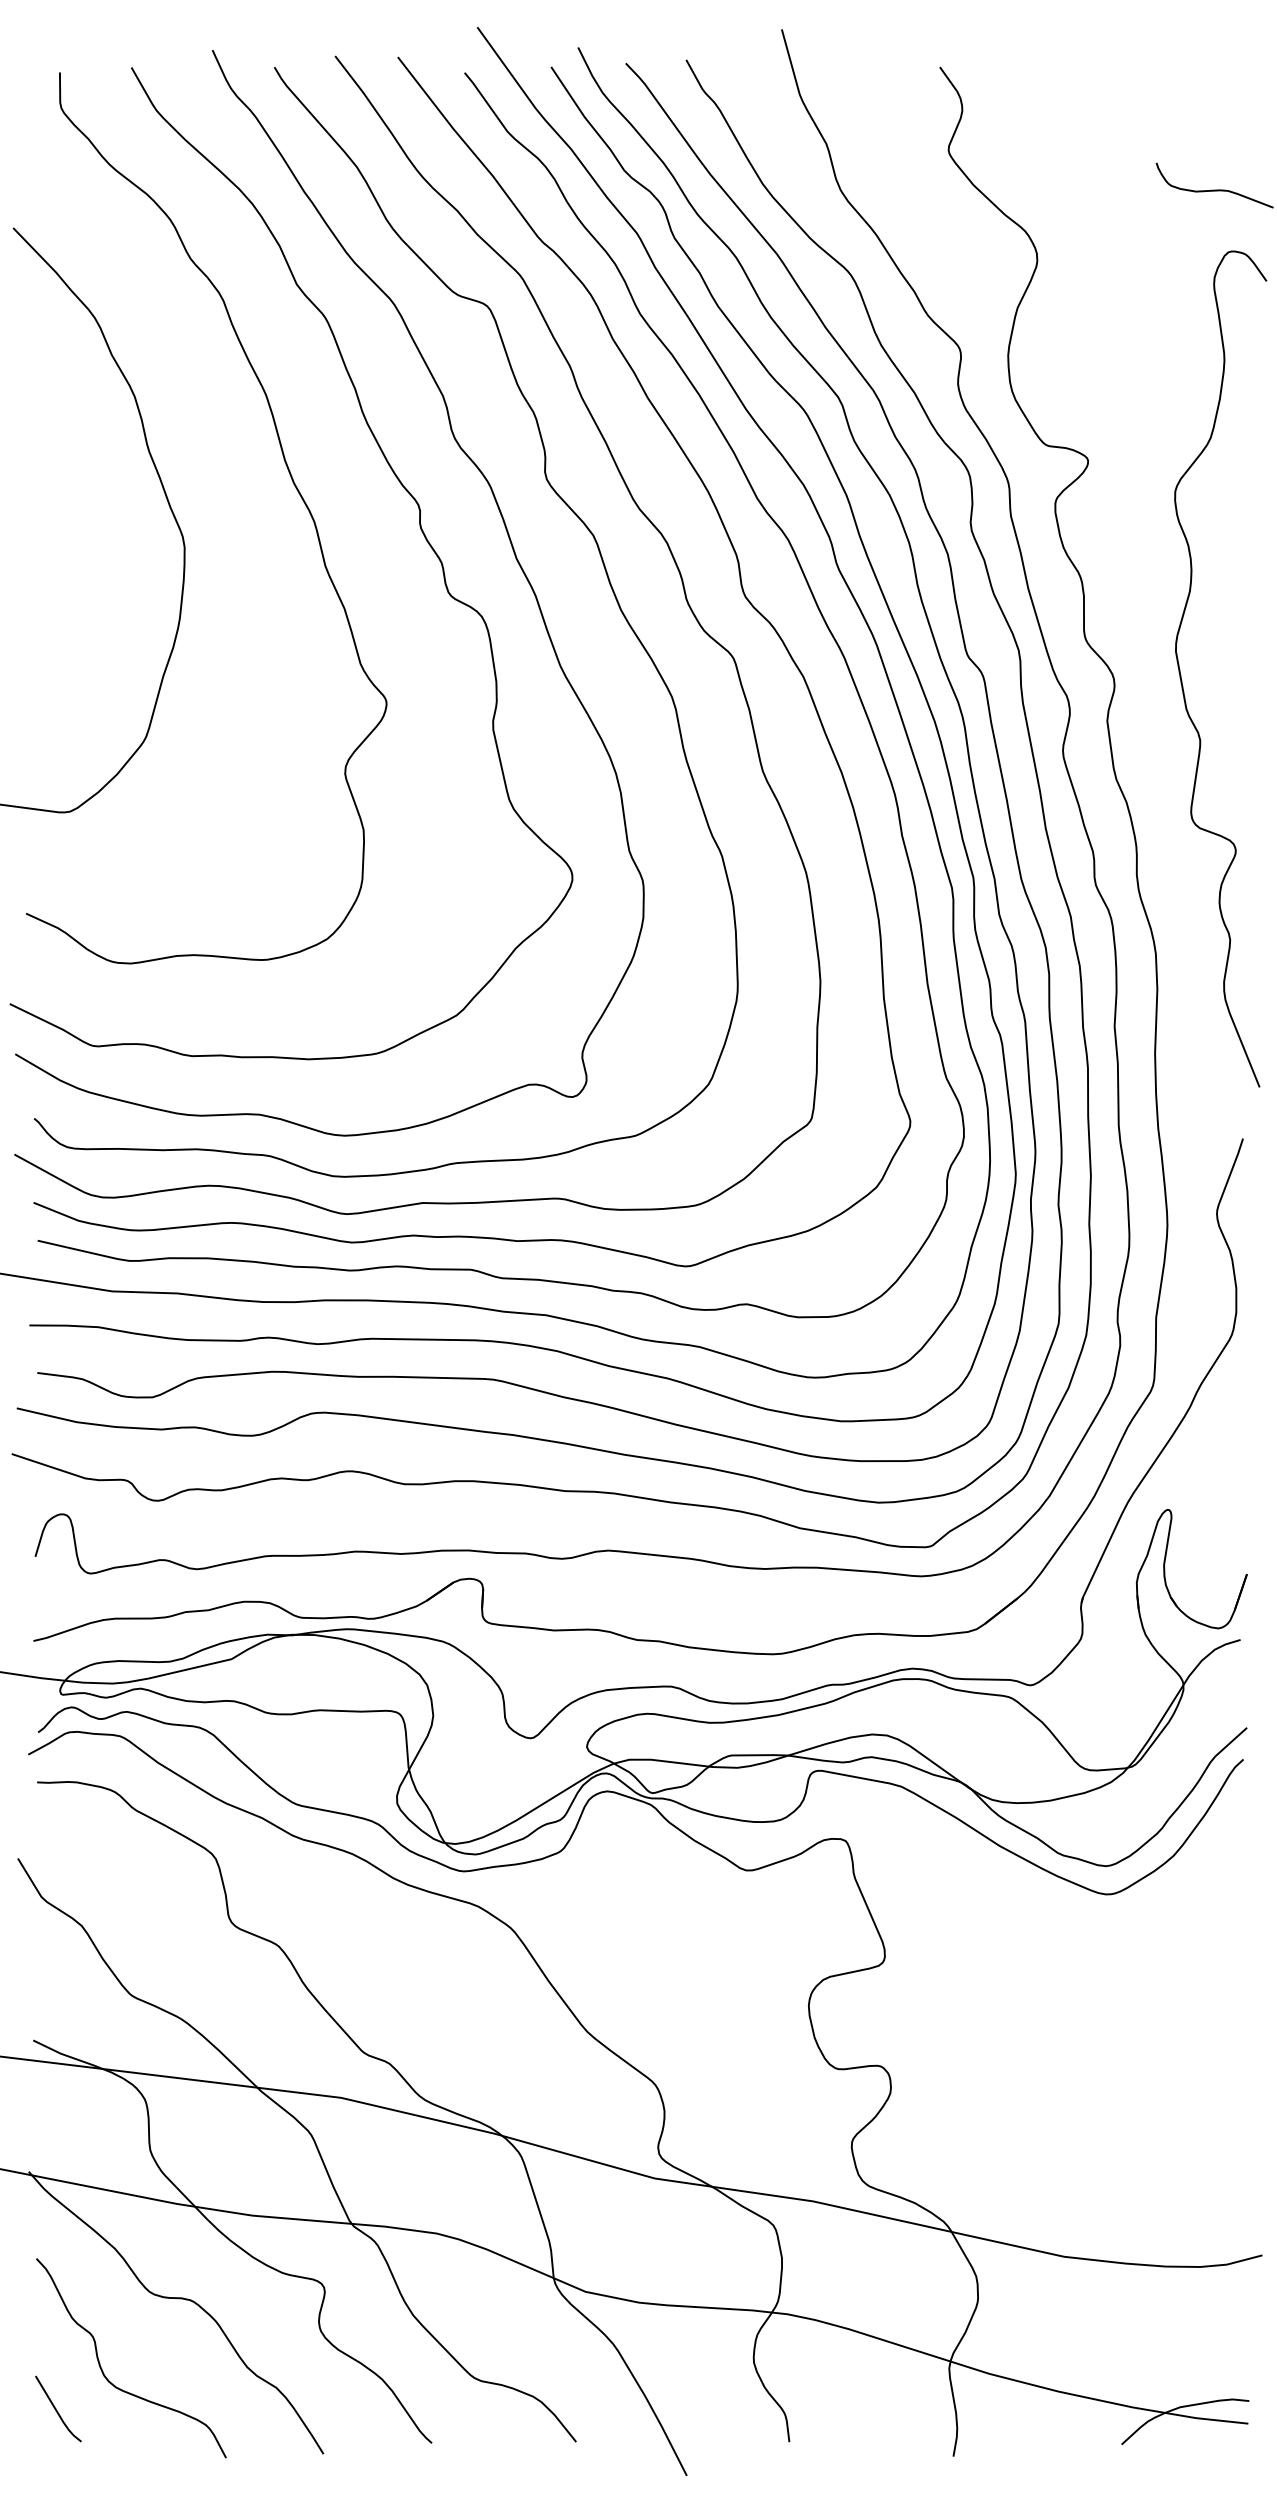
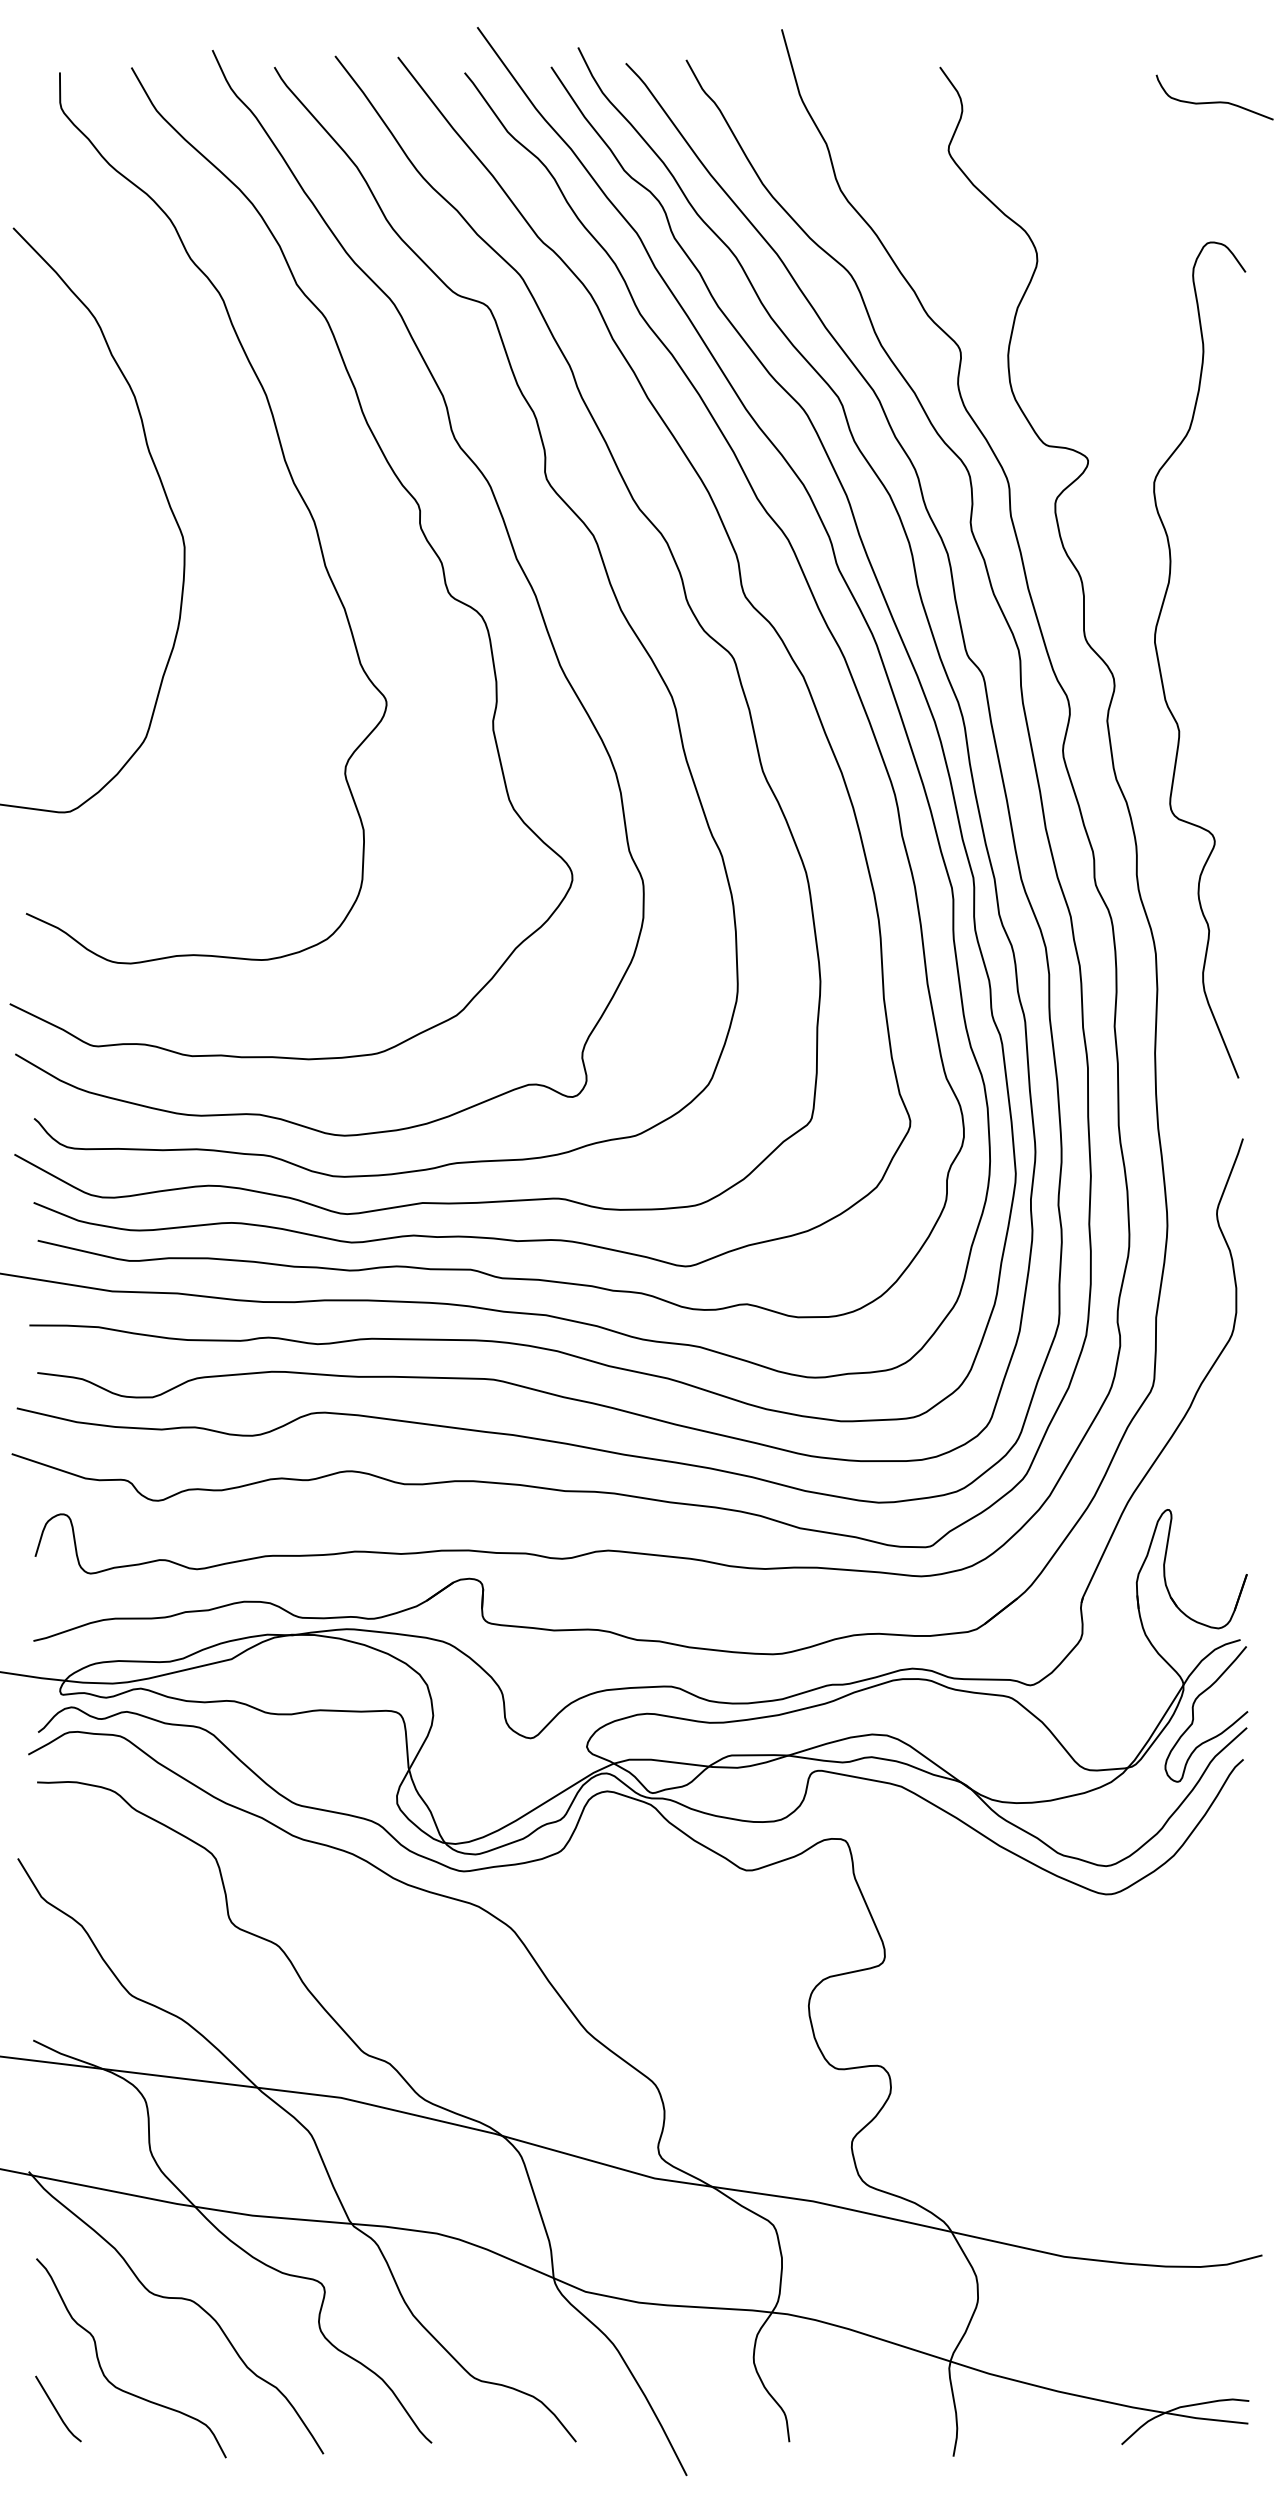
curve at (1214, 189) position: (1214, 189) -> (1214, 101)
curve at (1181, 675) position: (1181, 675) -> (1160, 666)
curve at (1193, 1714): none -> present
